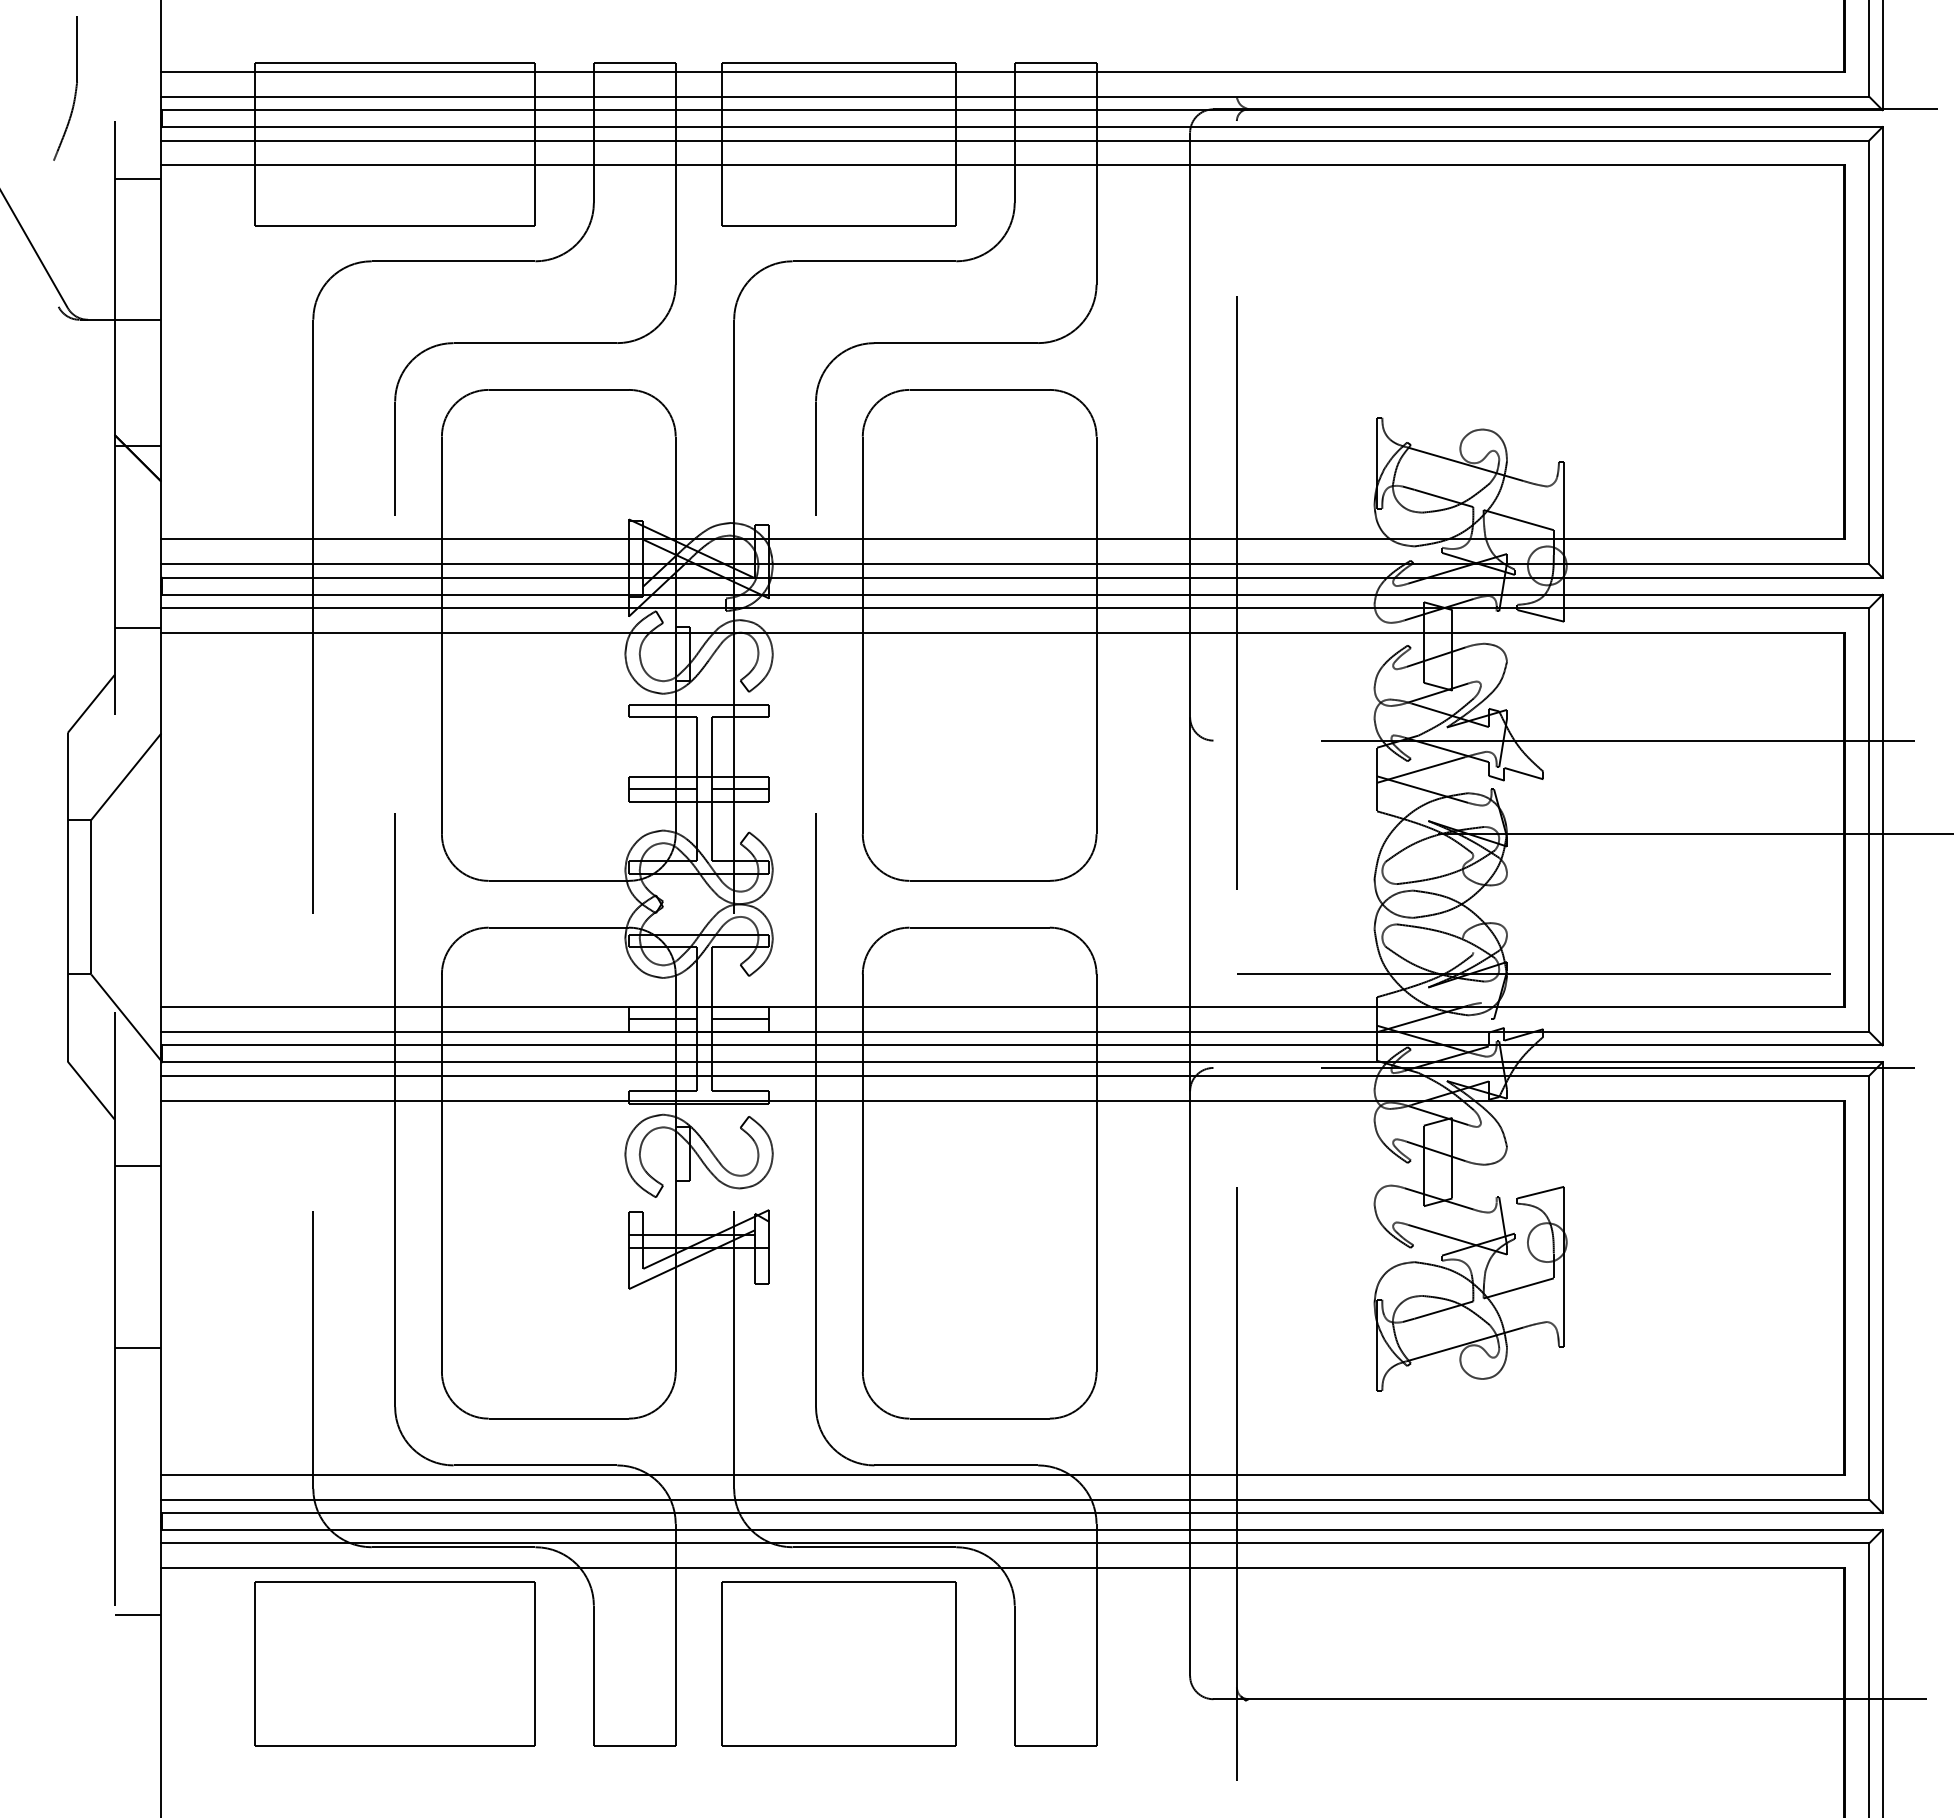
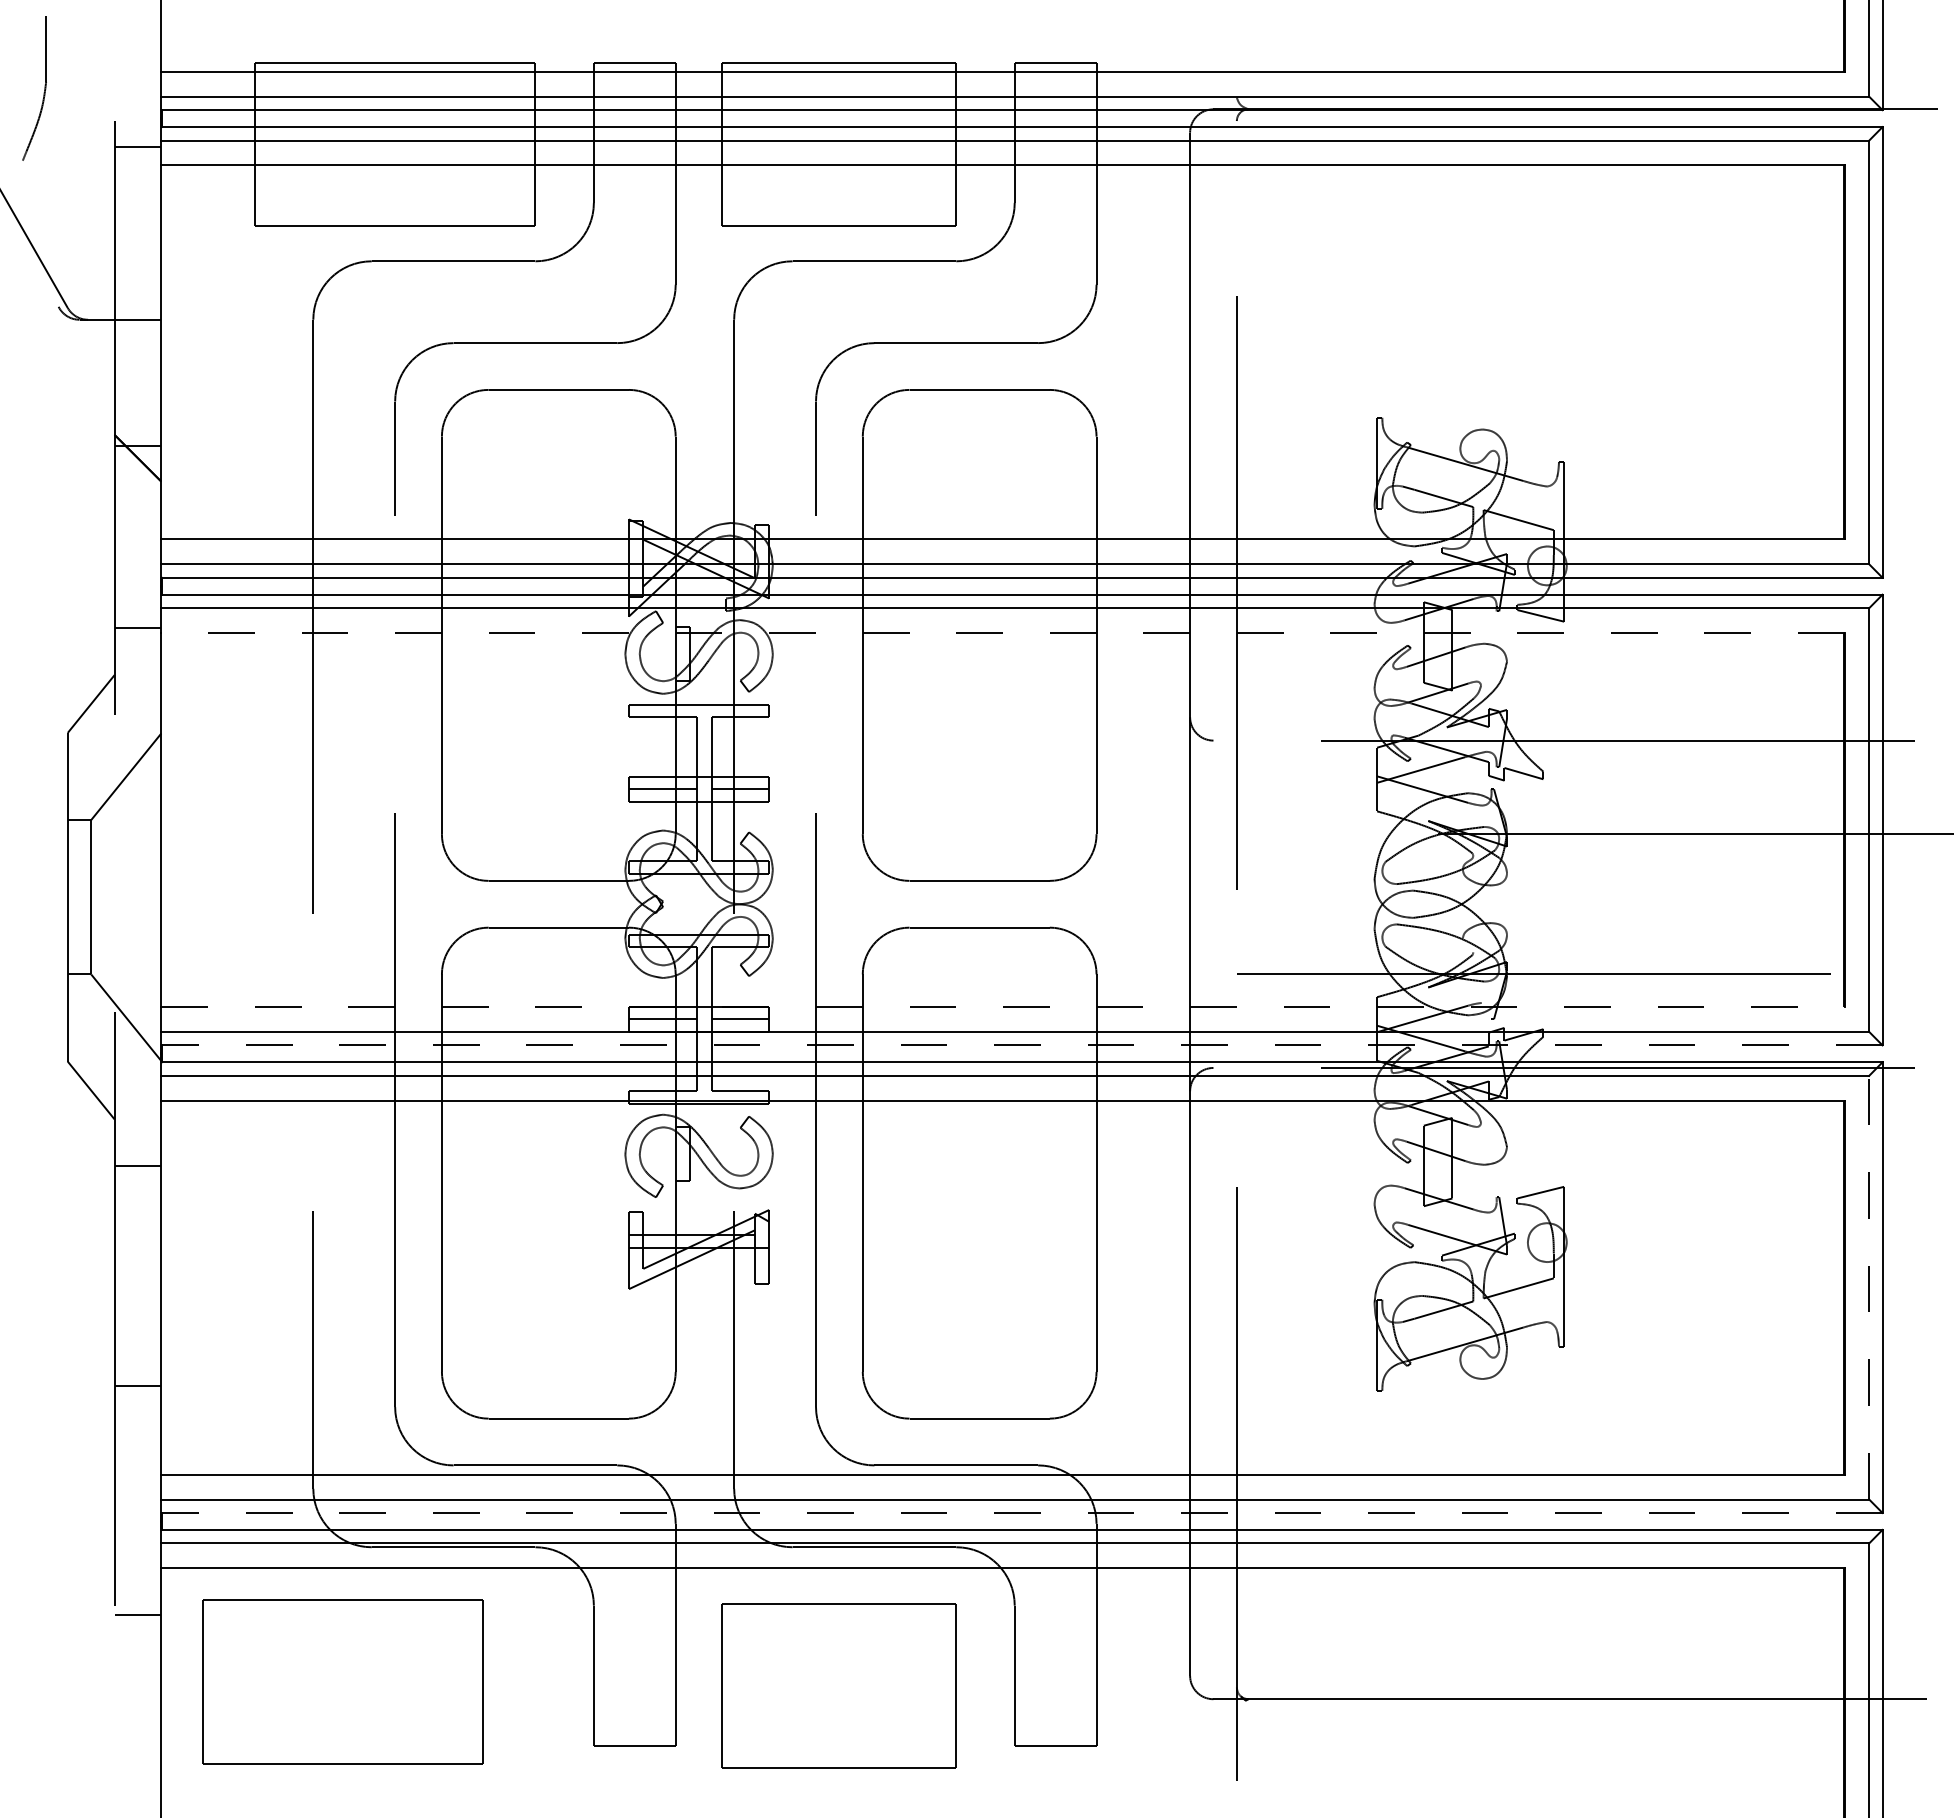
part at (74, 92) position: (74, 92) -> (43, 92)
line at (137, 179) position: (137, 179) -> (137, 147)
line at (1003, 633): solid -> dashed
line at (1003, 1007): solid -> dashed
line at (1021, 1045): solid -> dashed
line at (1869, 1287): solid -> dashed
line at (137, 1348) position: (137, 1348) -> (137, 1386)
line at (1021, 1512): solid -> dashed
part at (394, 1663) position: (394, 1663) -> (342, 1681)
part at (838, 1663) position: (838, 1663) -> (838, 1685)
